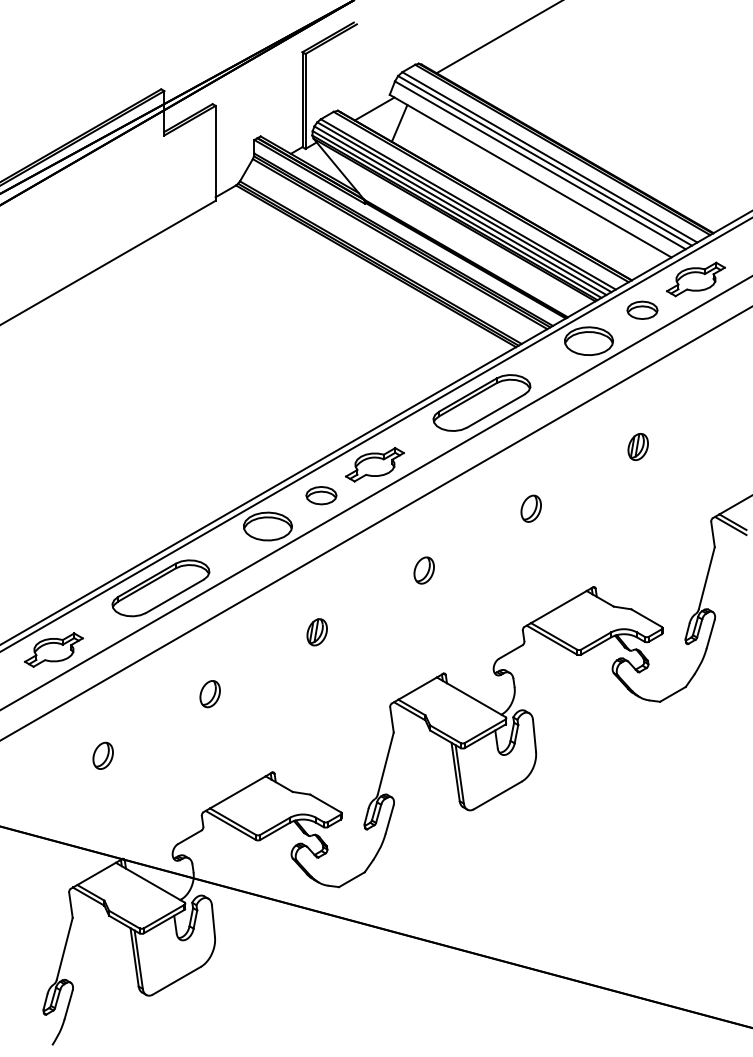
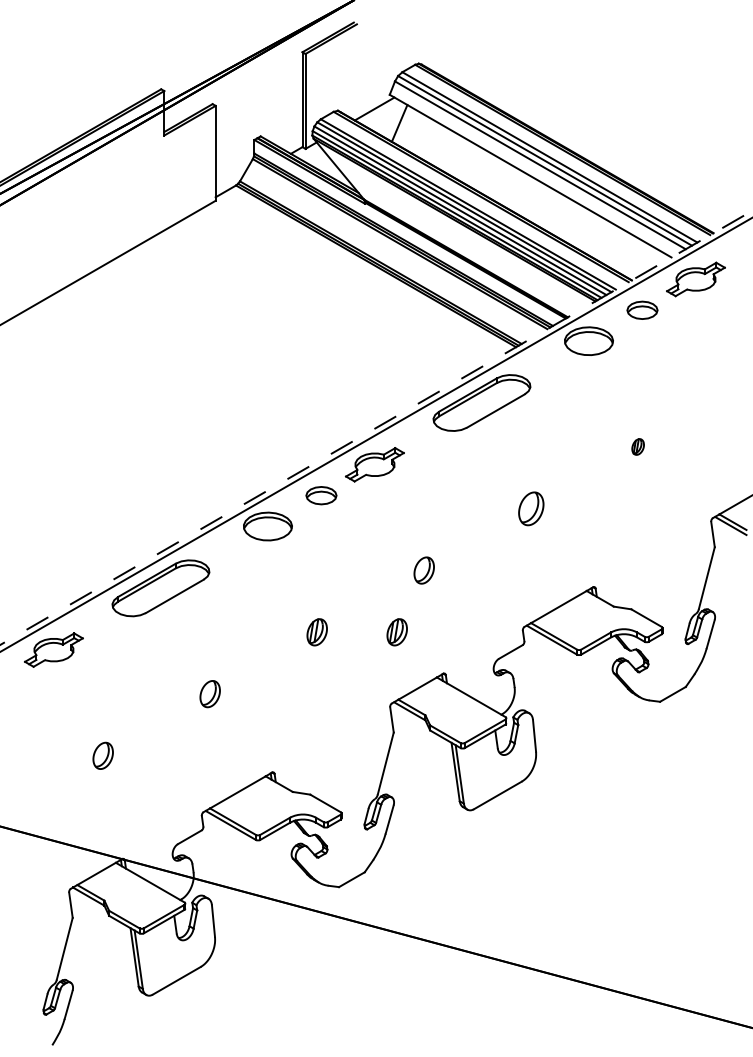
line at (497, 37): present -> none
line at (376, 427): solid -> dashed
part at (637, 446) size: 22x28 px -> 14x18 px
line at (375, 493): present -> none
part at (530, 508) size: 22x29 px -> 27x36 px
line at (375, 523): present -> none
part at (396, 632): none -> present
